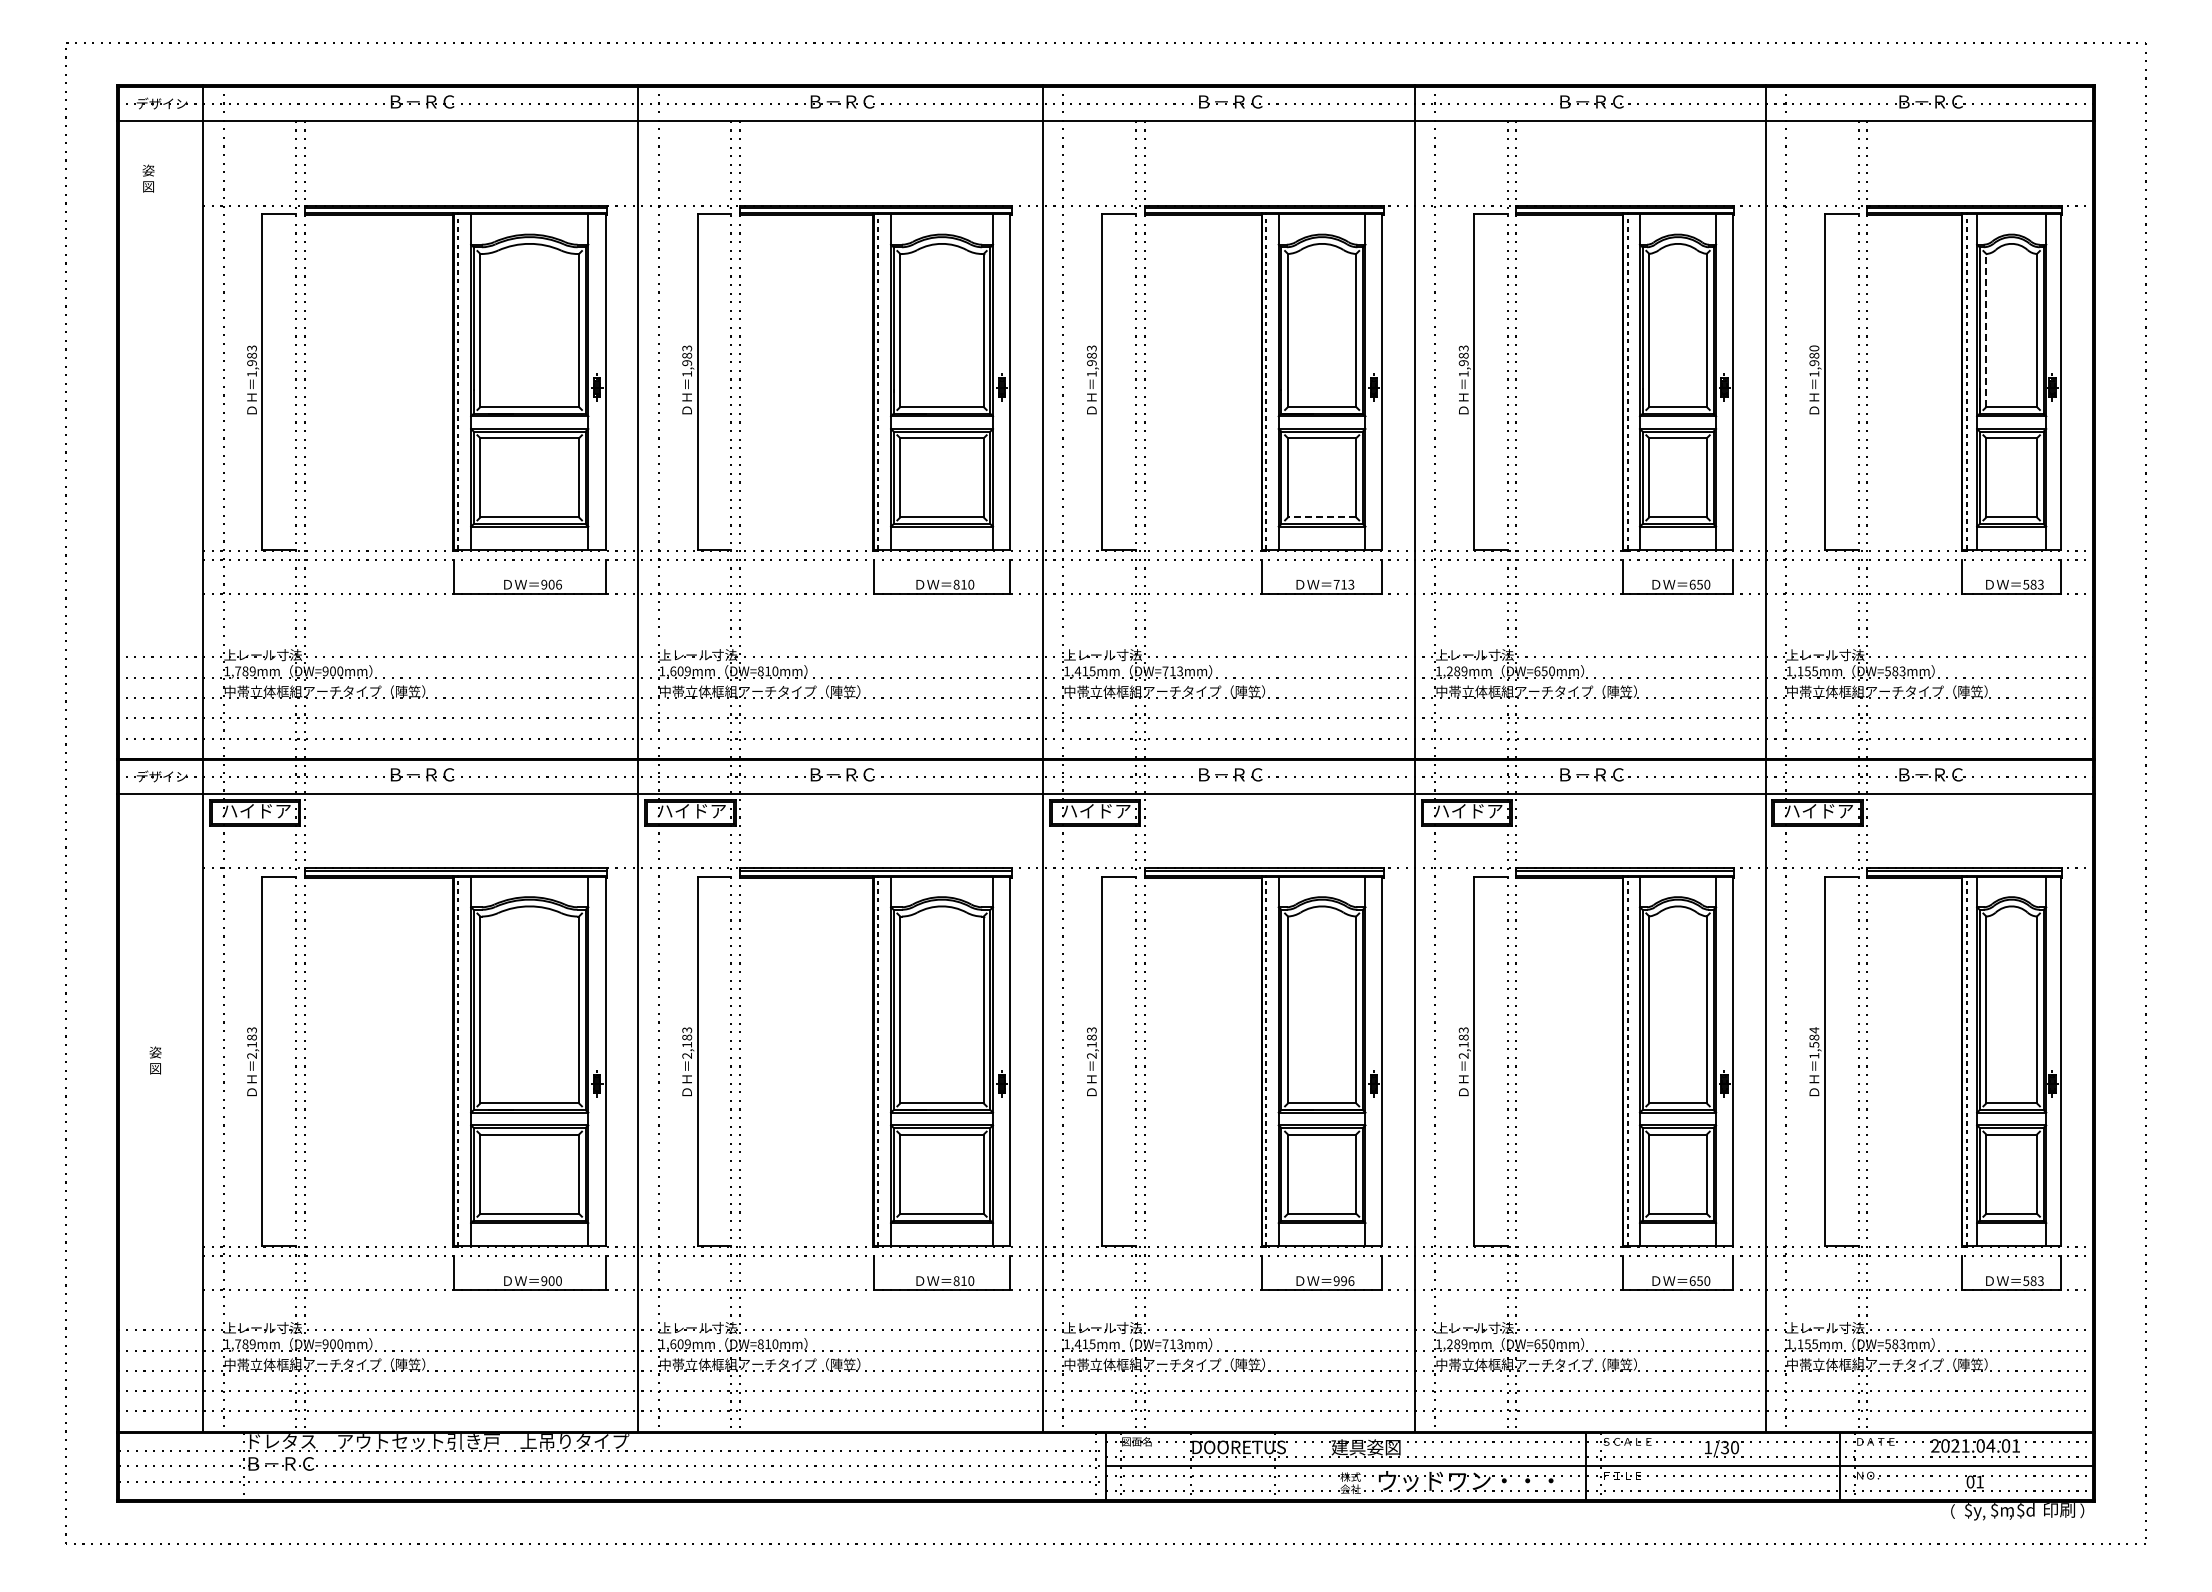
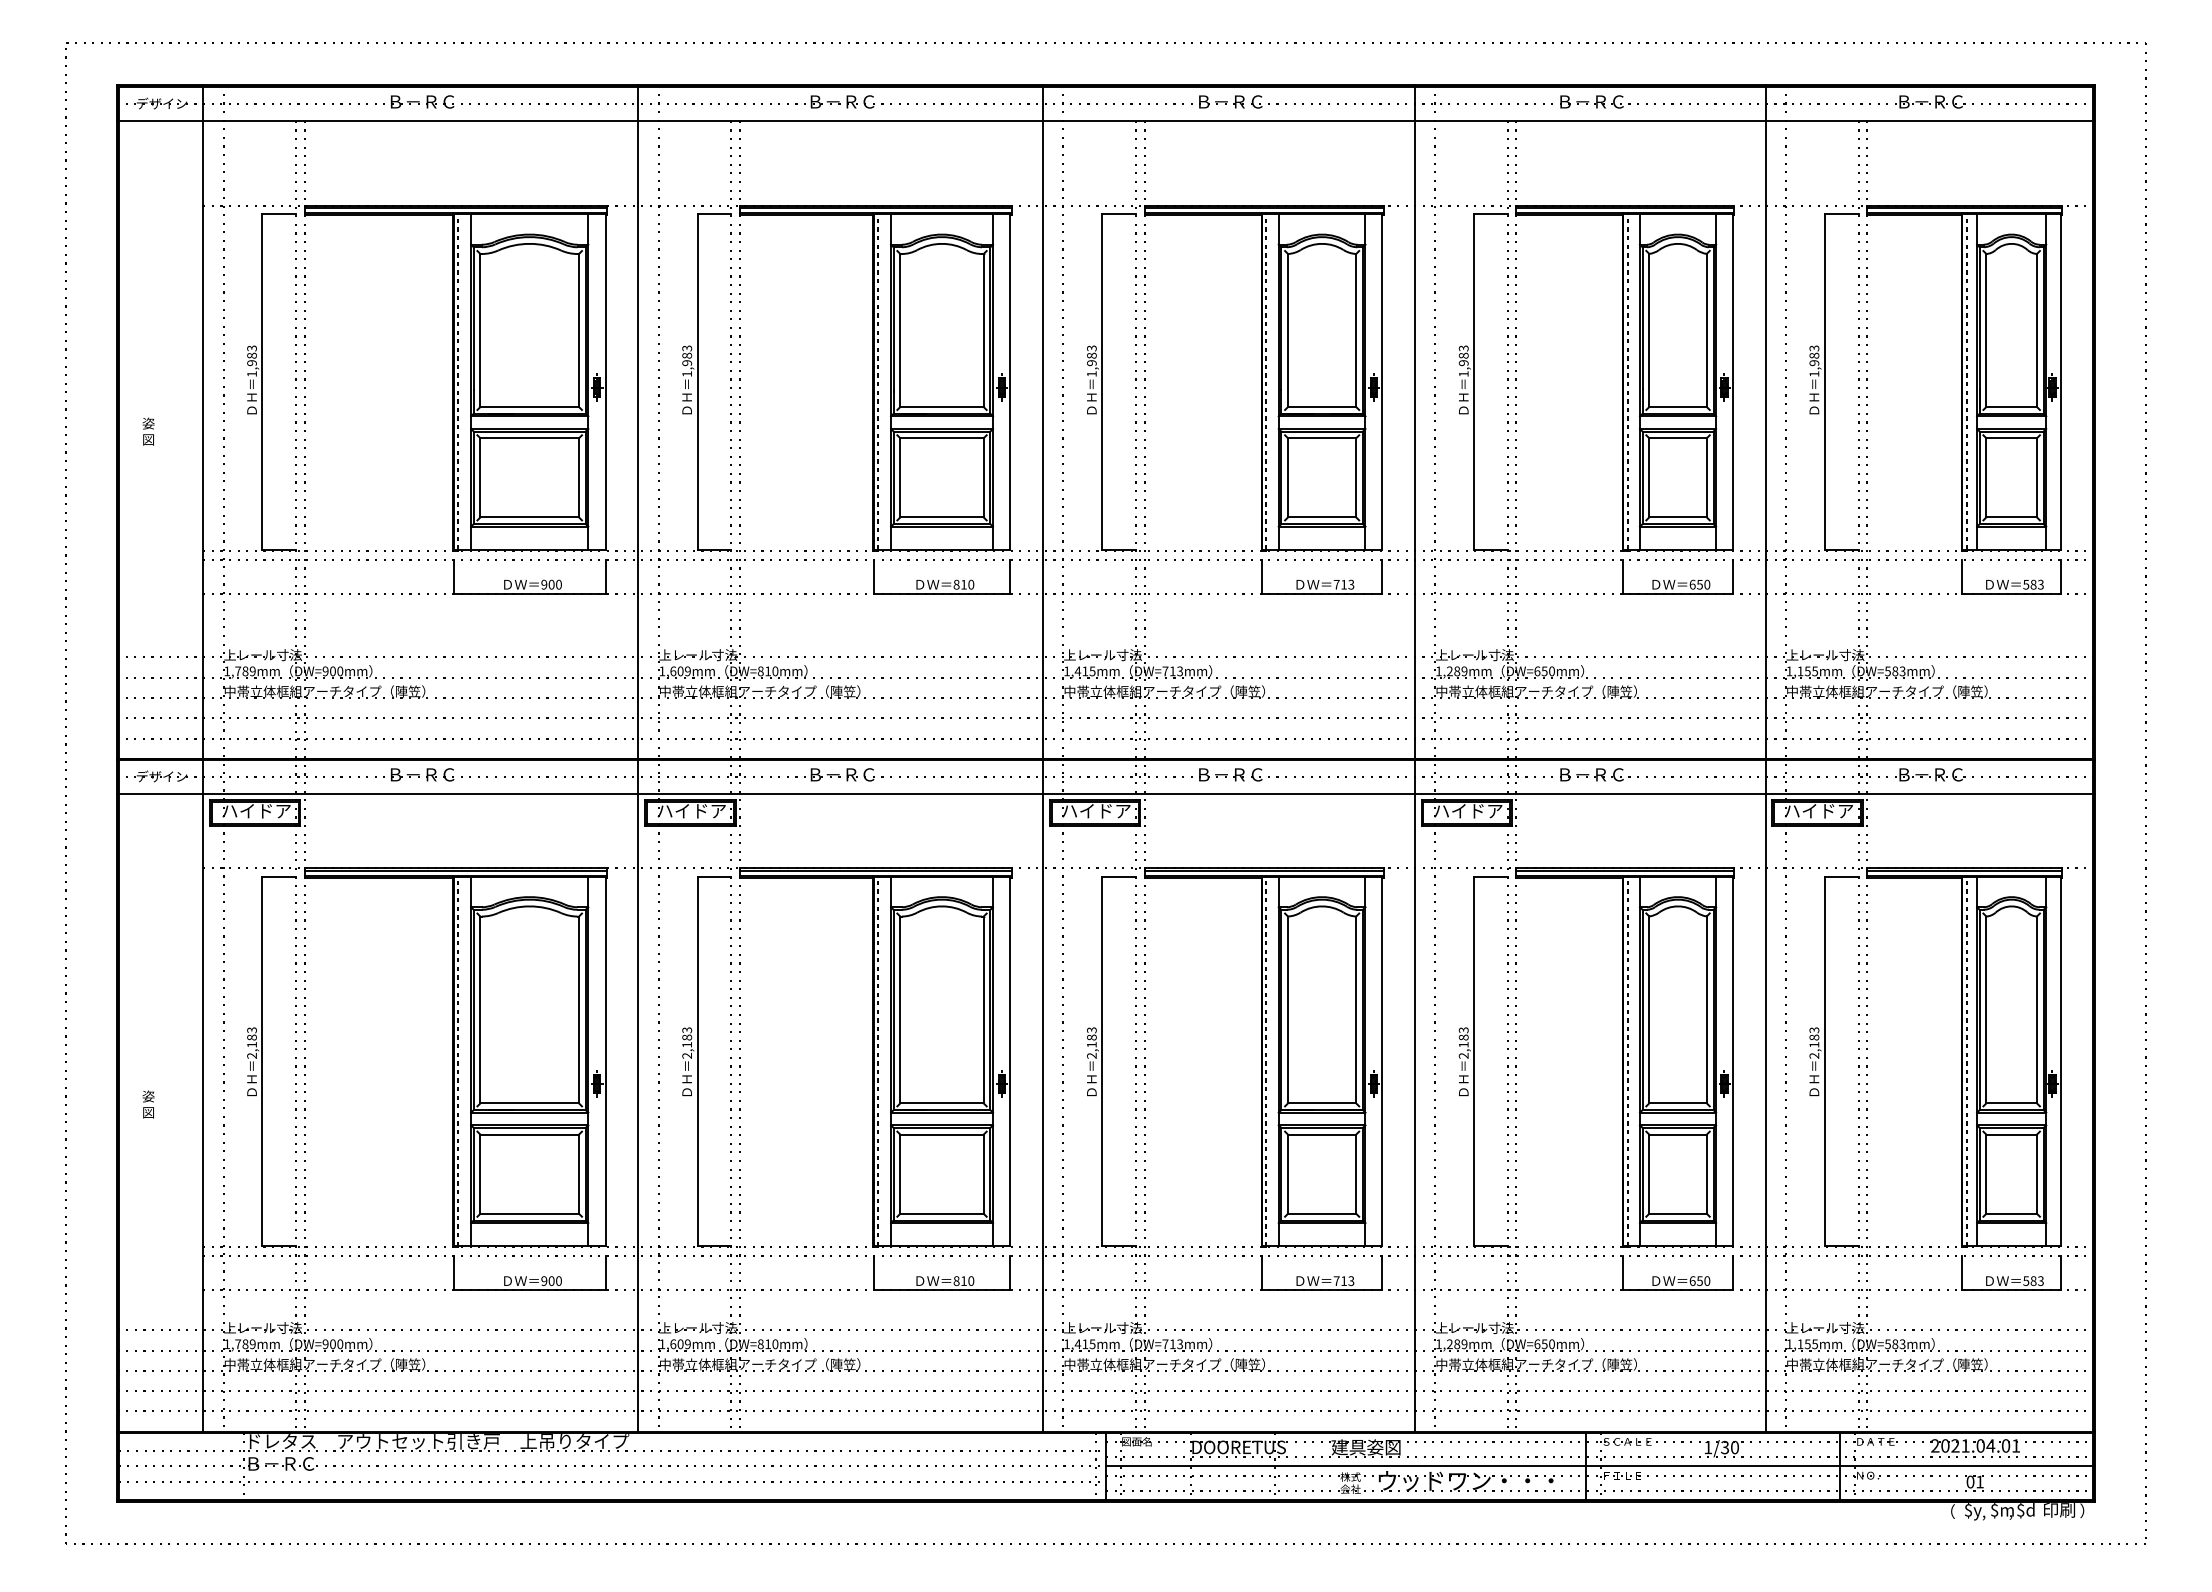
text at (148, 178) position: (148, 178) -> (148, 431)
line at (1986, 330): dashed -> solid
text at (1814, 348): 1,980 -> 1,983
line at (1321, 517): dashed -> solid
text at (558, 584): 906 -> 900
text at (1814, 1042): 1,584 -> 2,183
text at (155, 1060) position: (155, 1060) -> (148, 1104)
text at (1343, 1281): 996 -> 713
